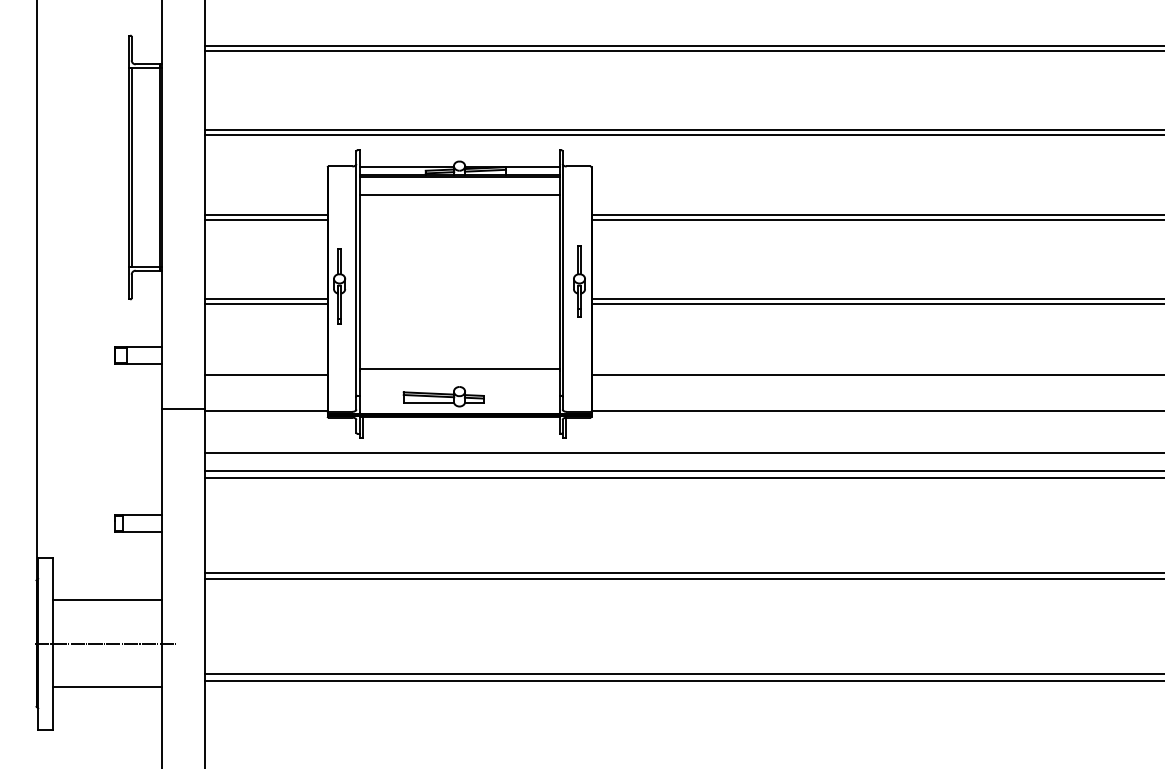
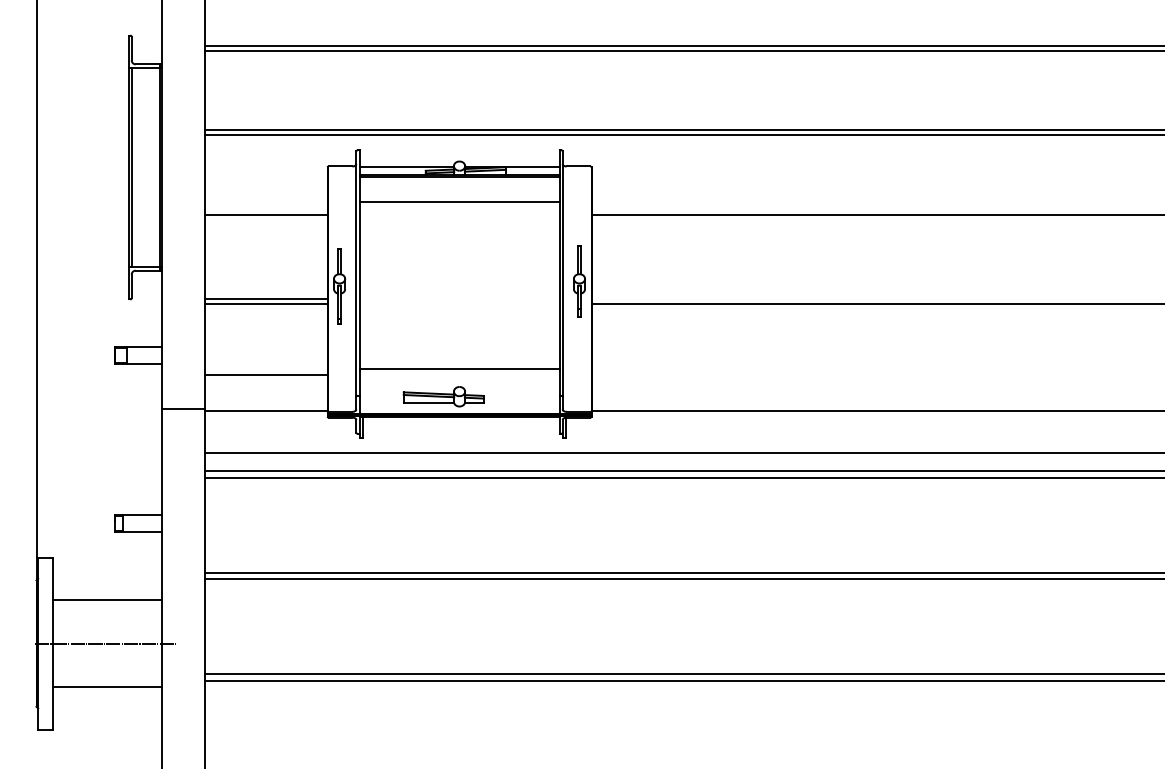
line at (459, 194) position: (459, 194) -> (459, 201)
line at (266, 219): present -> none
line at (876, 219): present -> none
line at (876, 298): present -> none
line at (876, 375): present -> none
